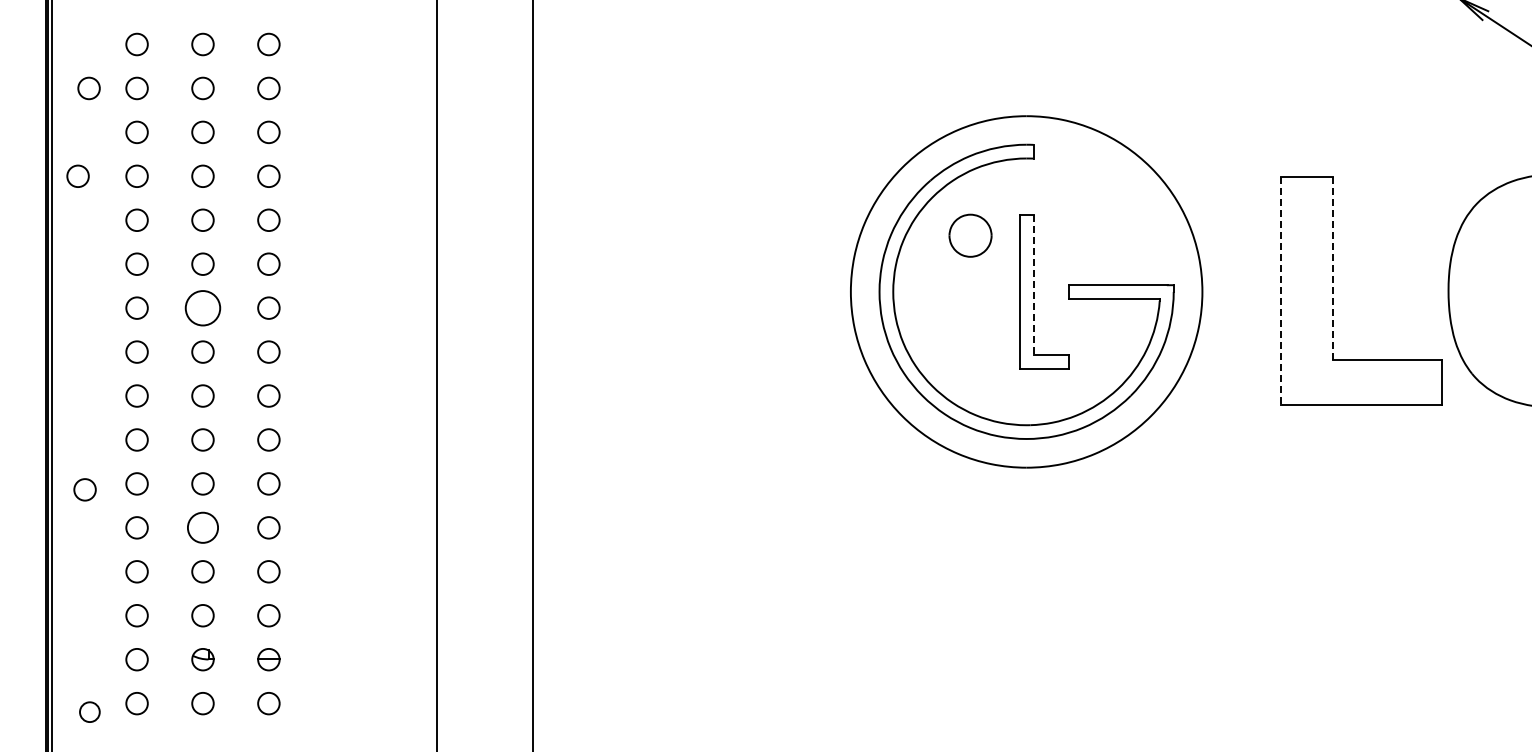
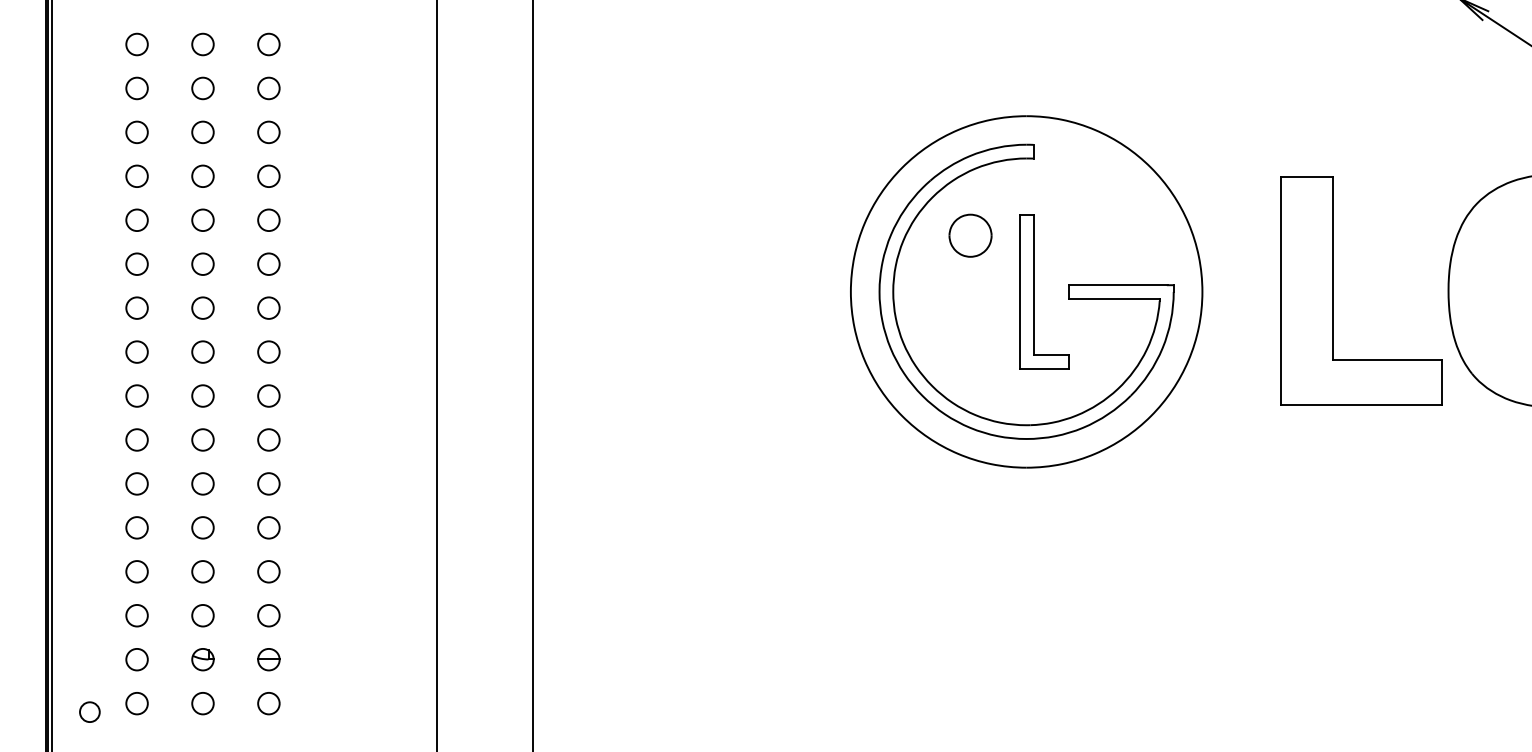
circle at (88, 88): present -> none
circle at (77, 175): present -> none
line at (1333, 268): dashed -> solid
line at (1033, 285): dashed -> solid
line at (1280, 291): dashed -> solid
circle at (202, 308) size: 38x37 px -> 24x24 px
circle at (84, 489): present -> none
circle at (202, 527) size: 32x33 px -> 24x24 px
